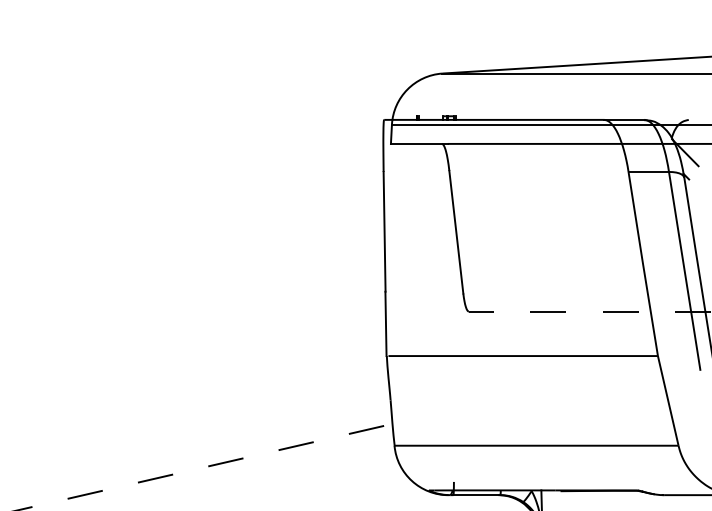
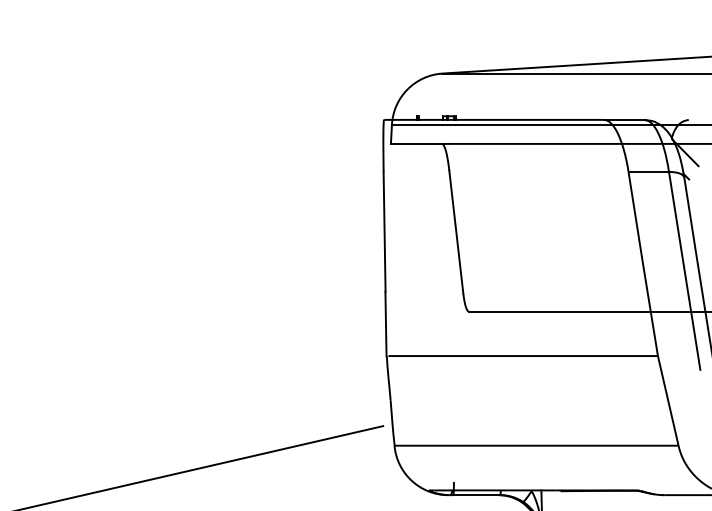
line at (589, 311): dashed -> solid
line at (199, 468): dashed -> solid
